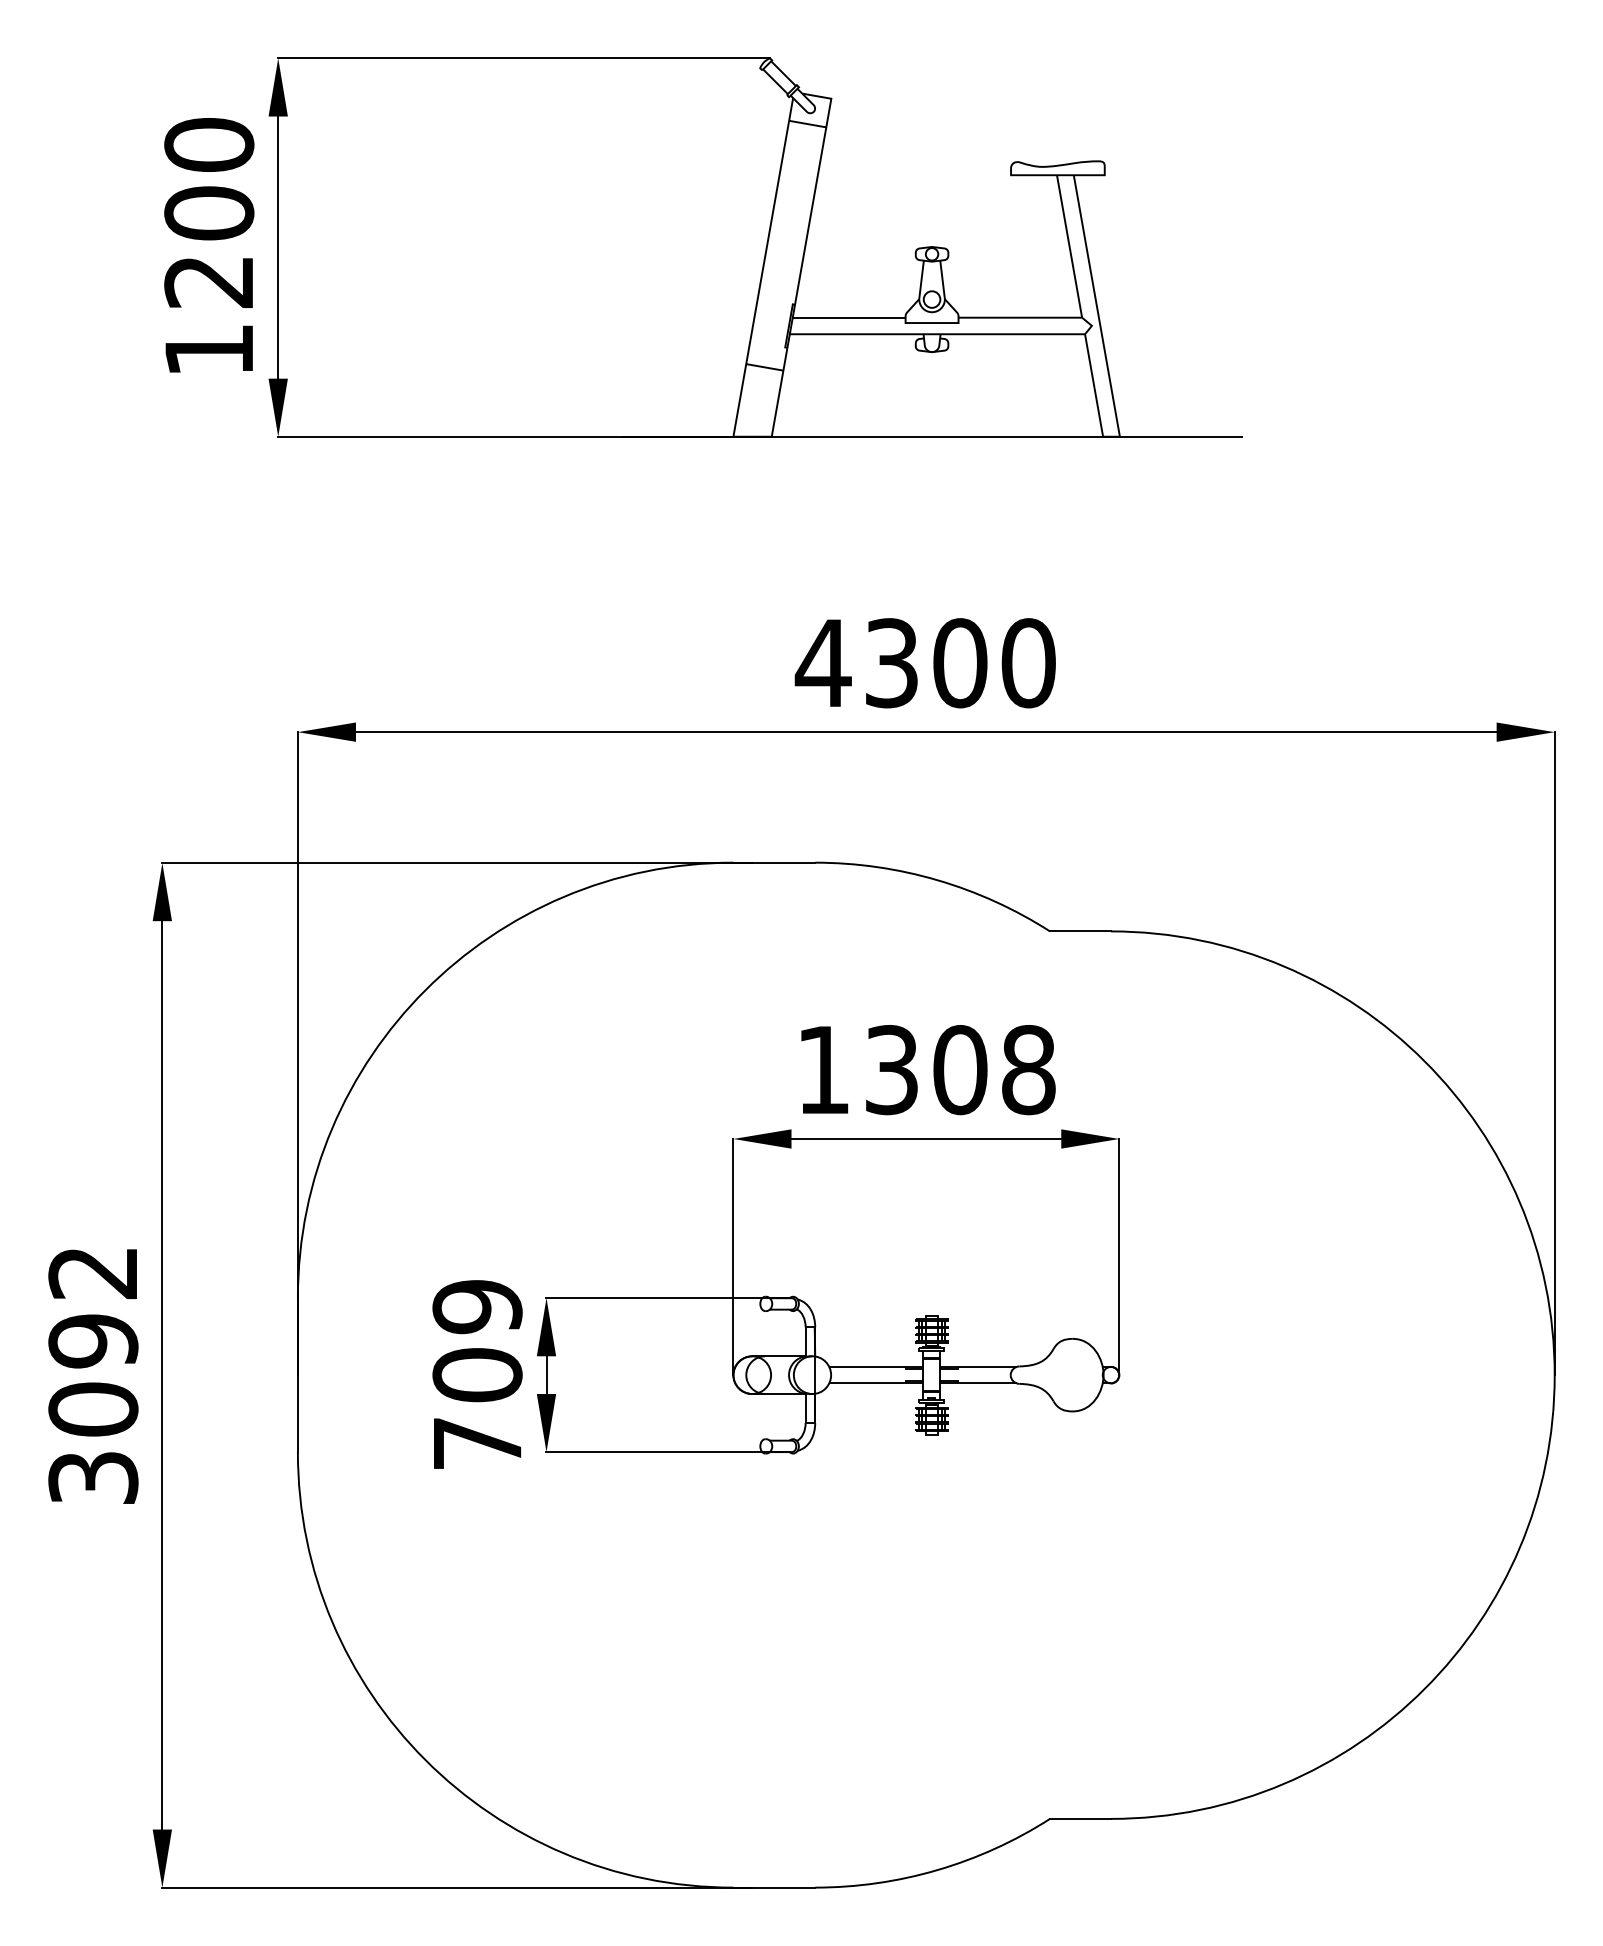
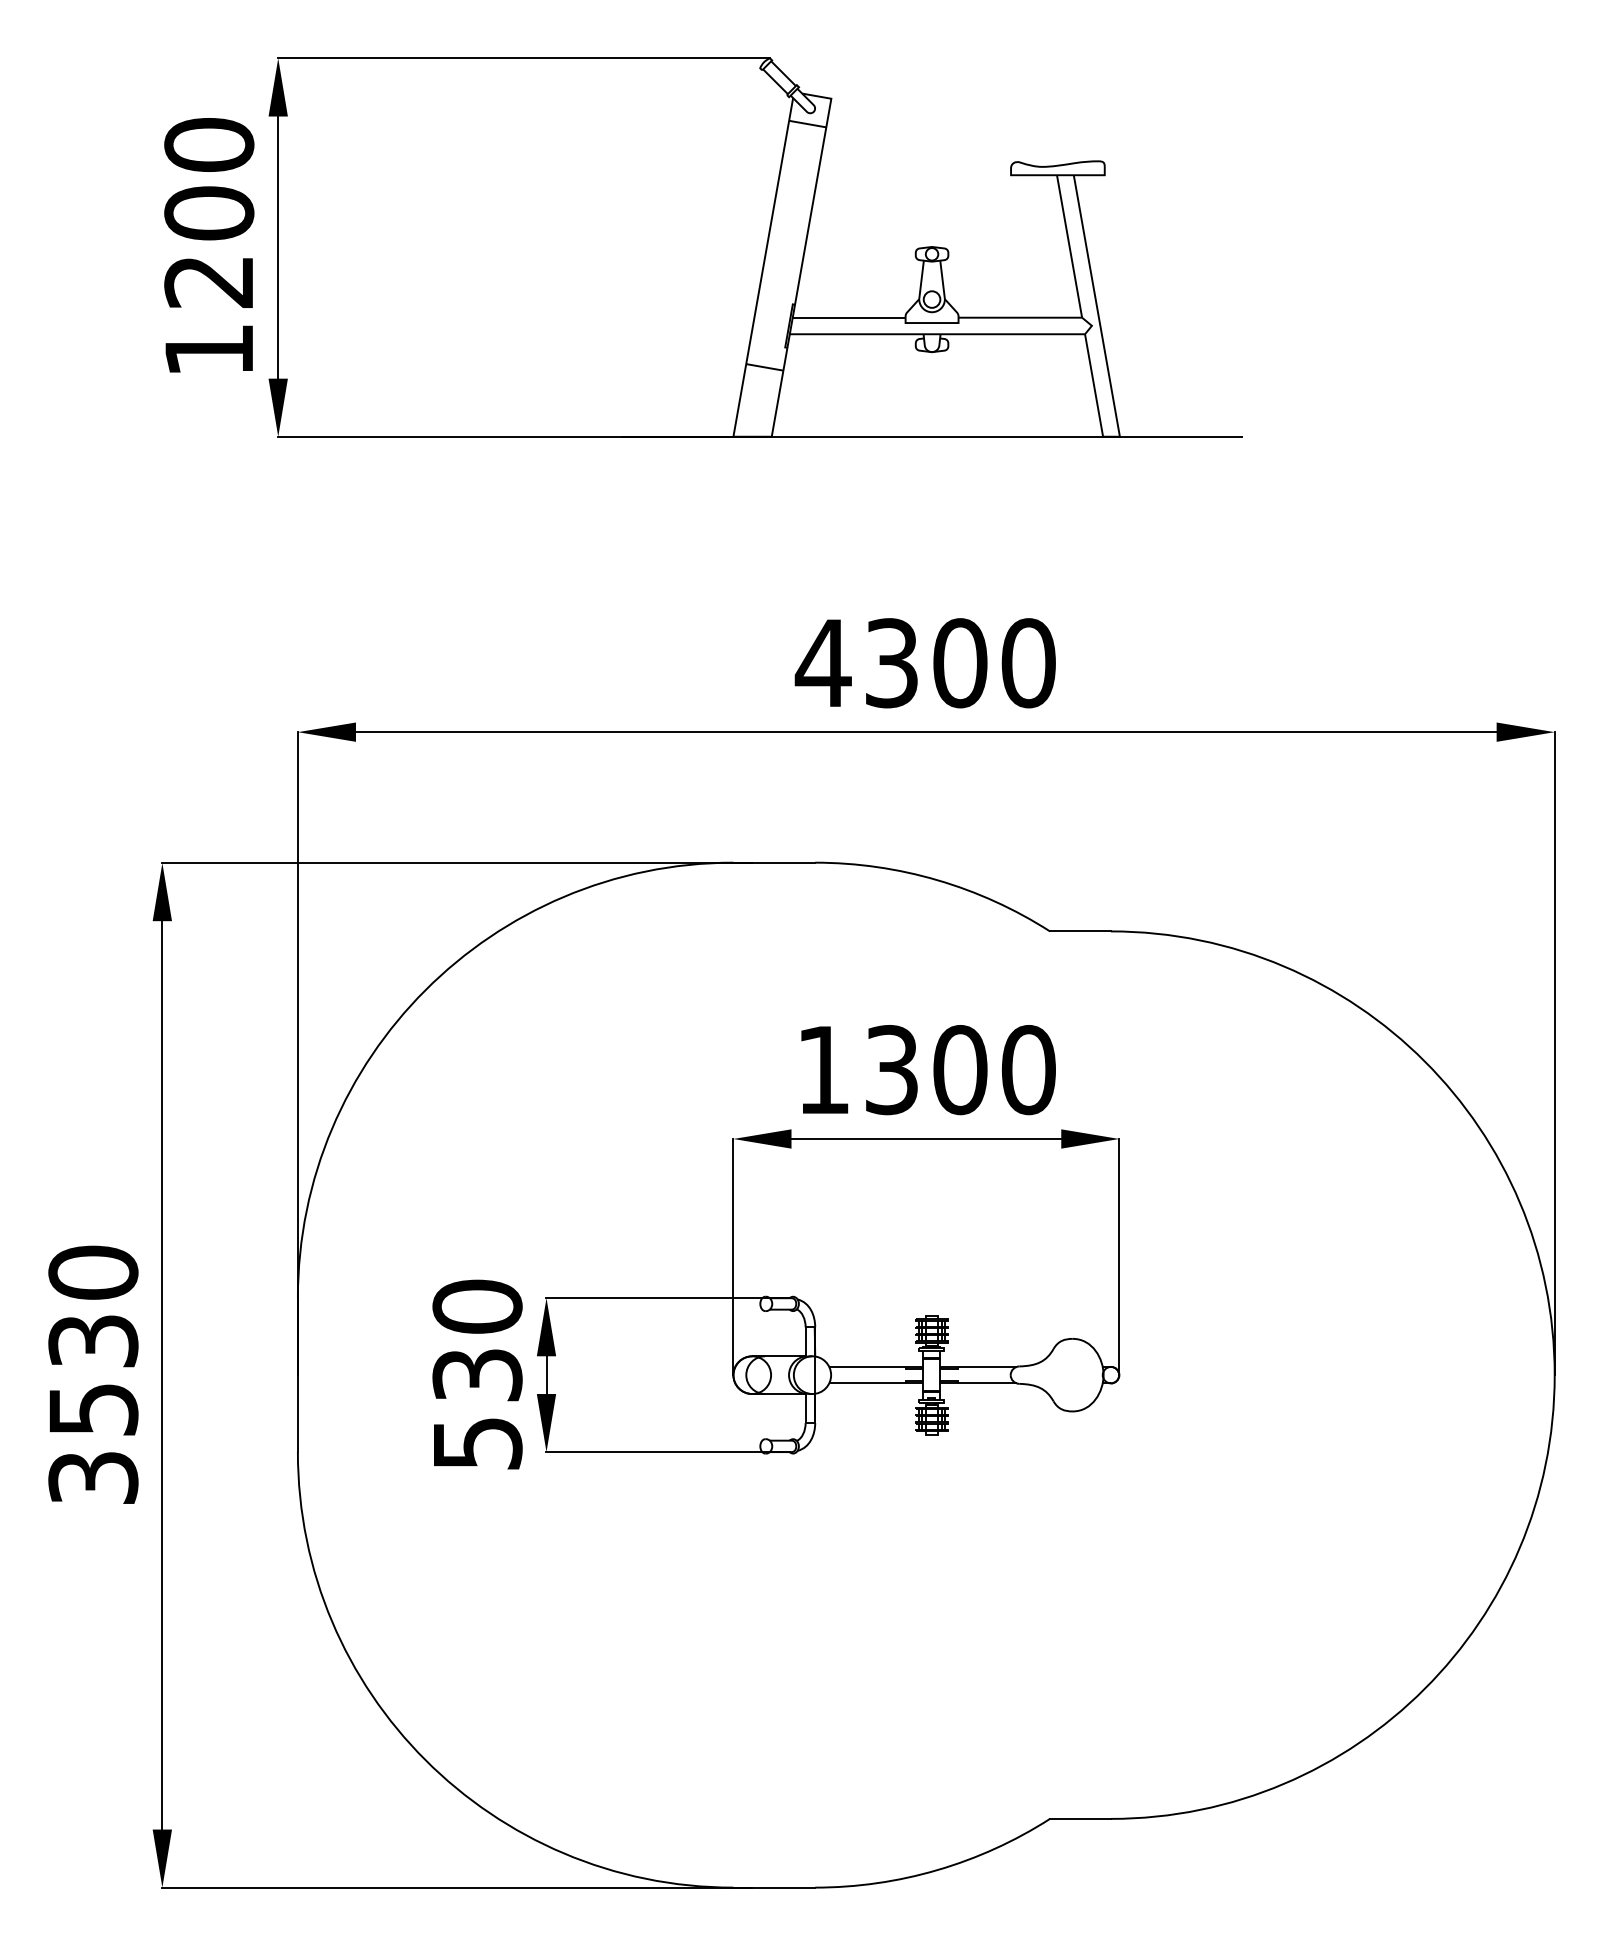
text at (1028, 1069): 1308 -> 1300
text at (93, 1340): 3092 -> 3530
text at (477, 1374): 709 -> 530
